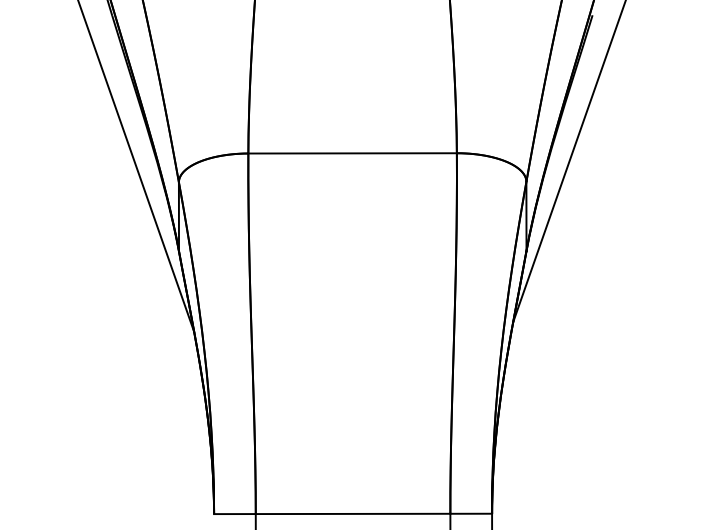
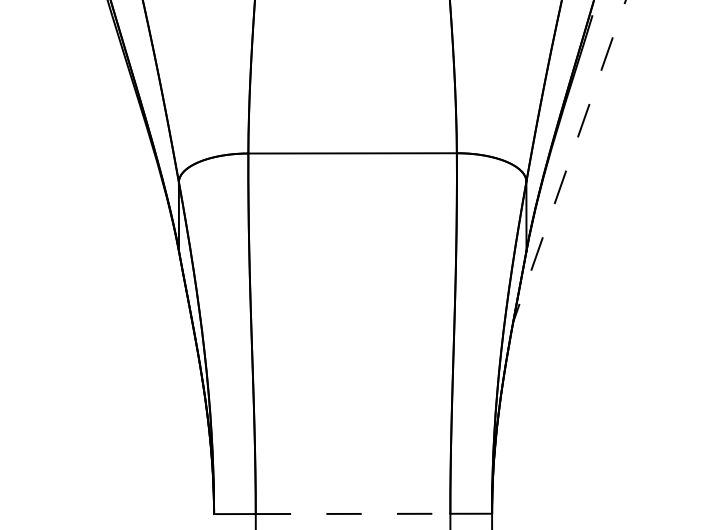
line at (569, 161): solid -> dashed
line at (136, 166): present -> none
line at (353, 513): solid -> dashed
